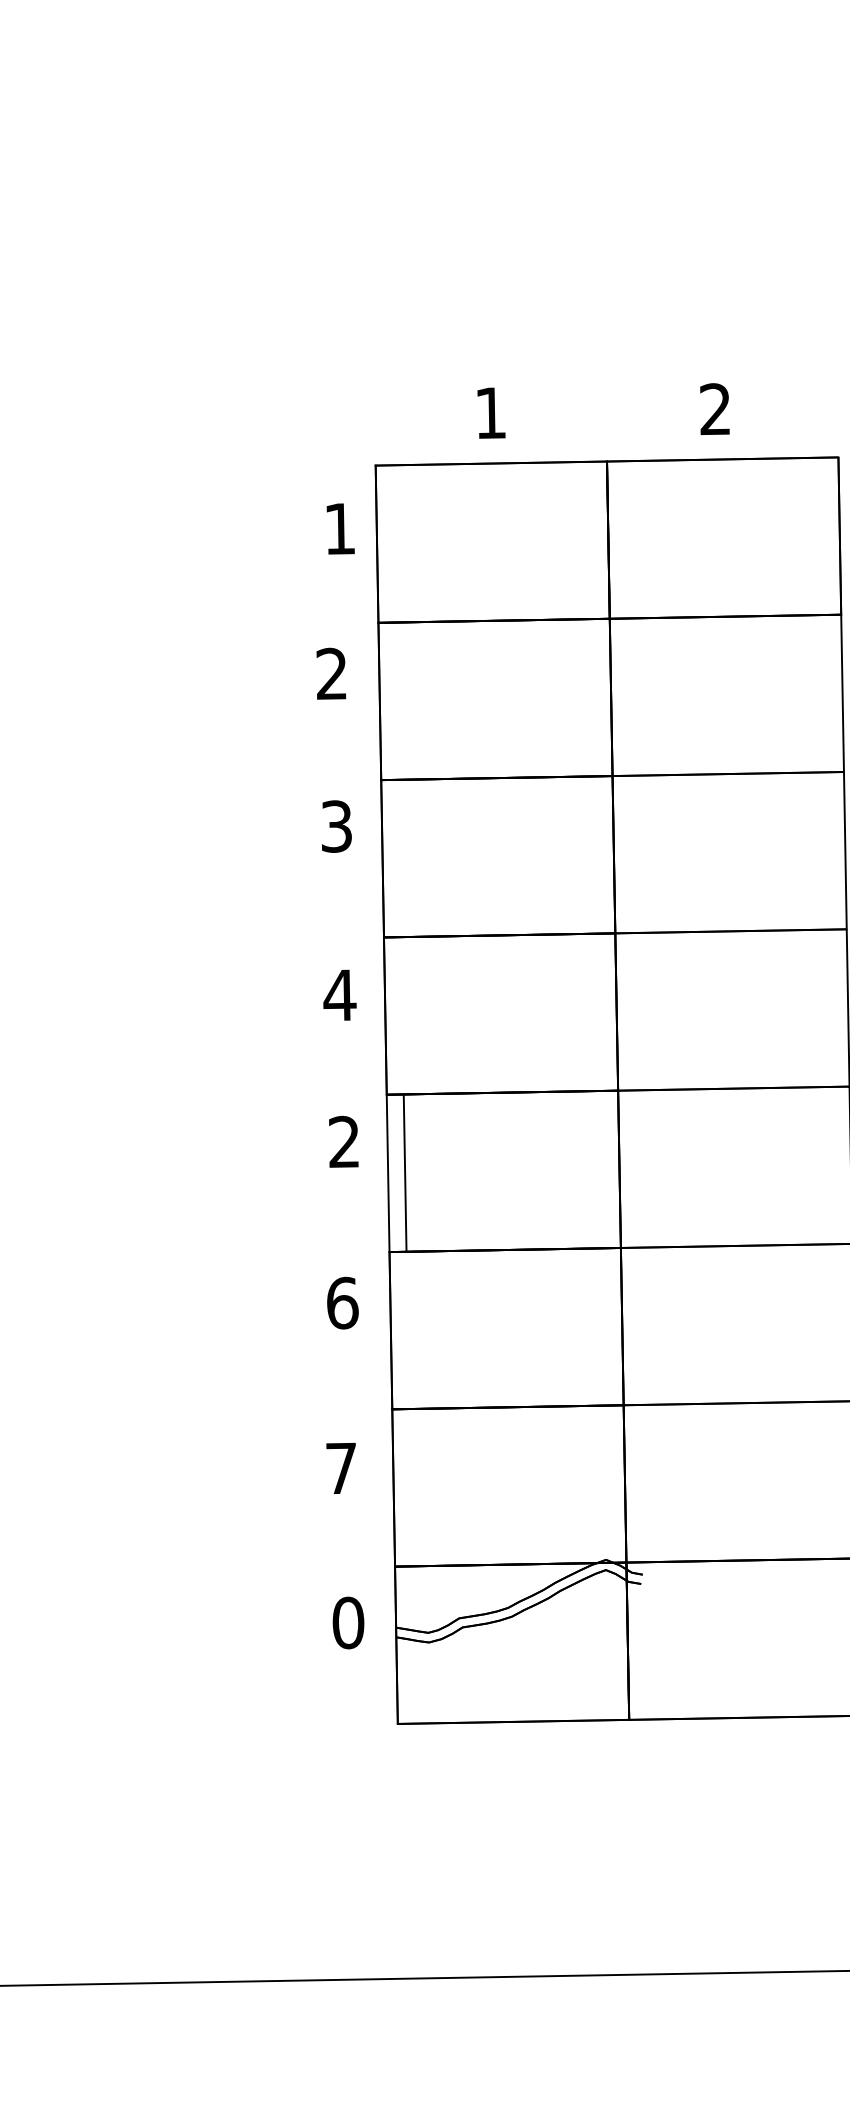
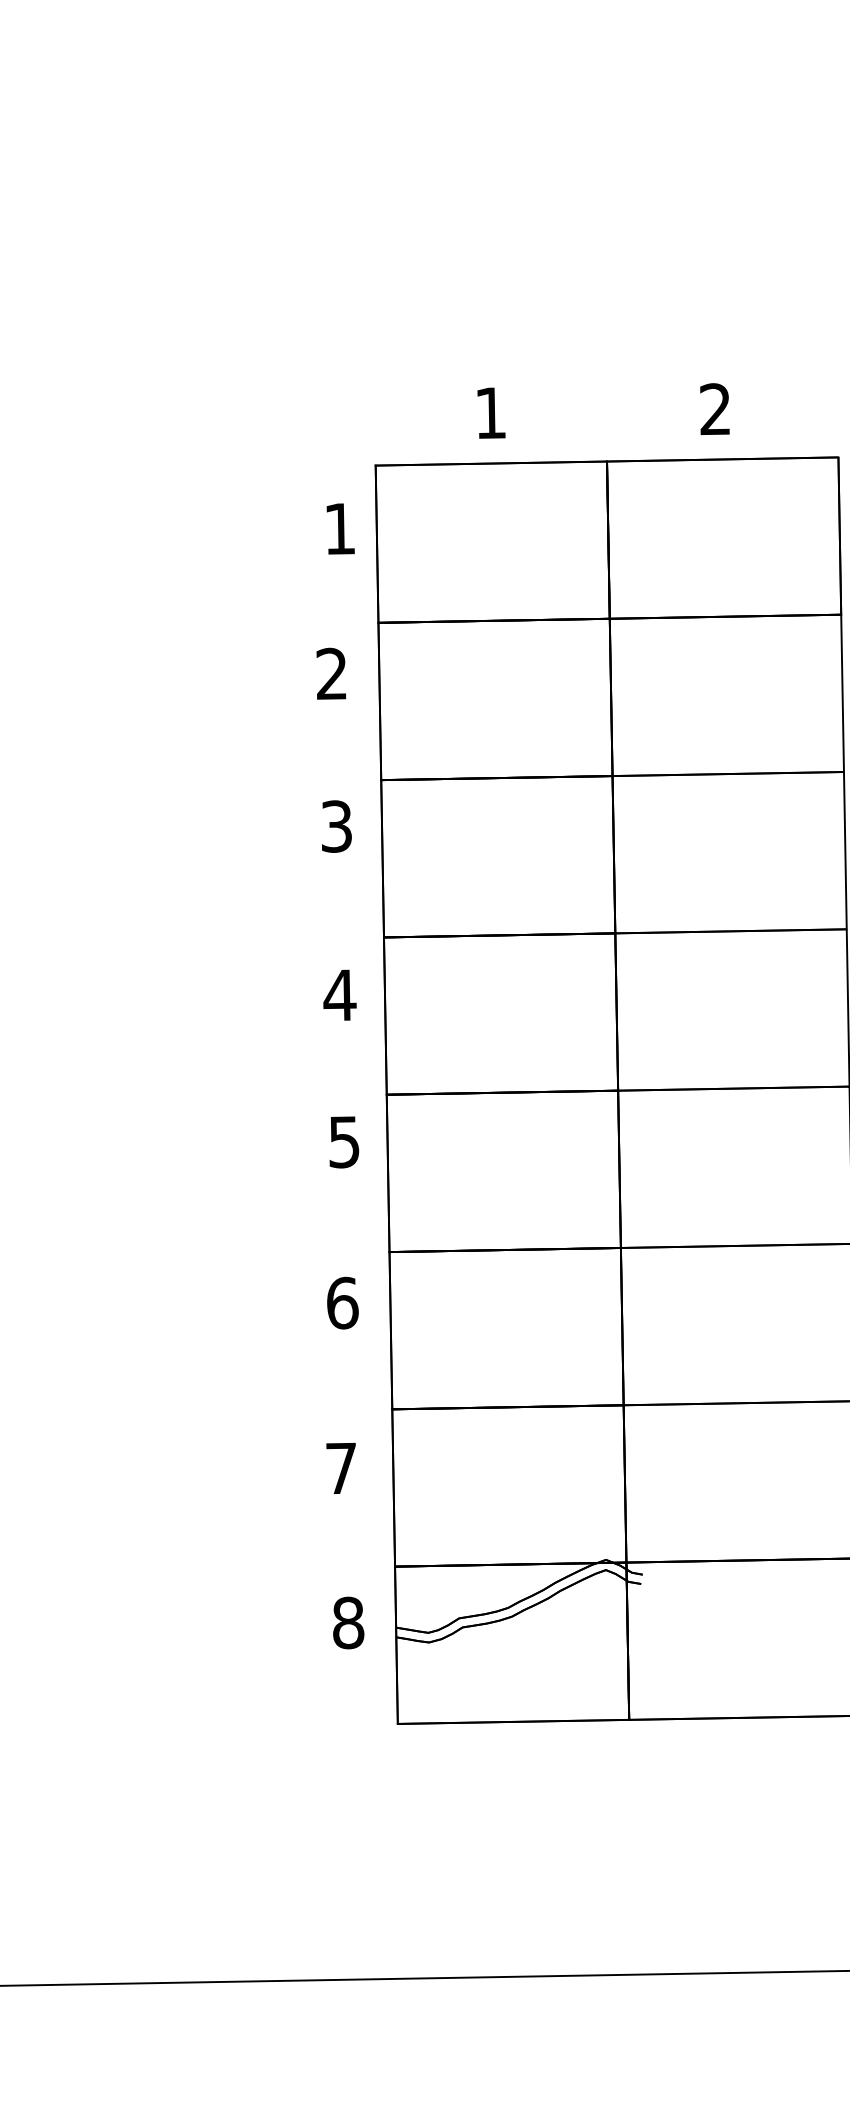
text at (344, 1141): 2 -> 5
line at (404, 1173) position: (404, 1173) -> (387, 1173)
text at (348, 1622): 0 -> 8
